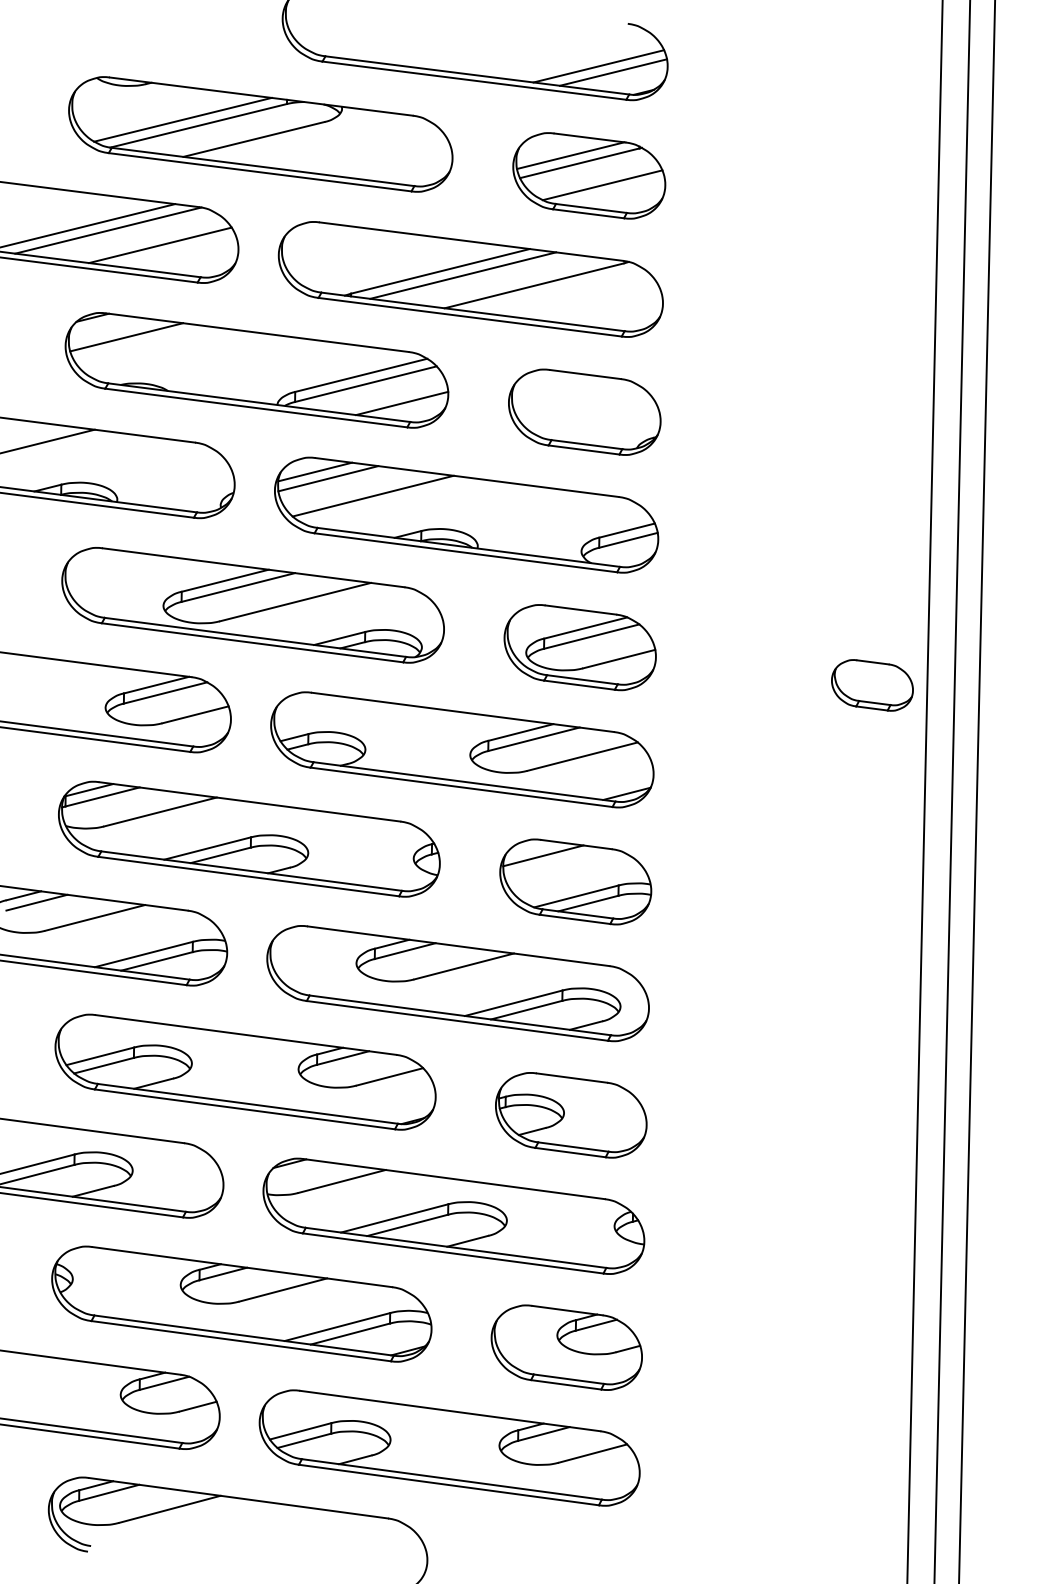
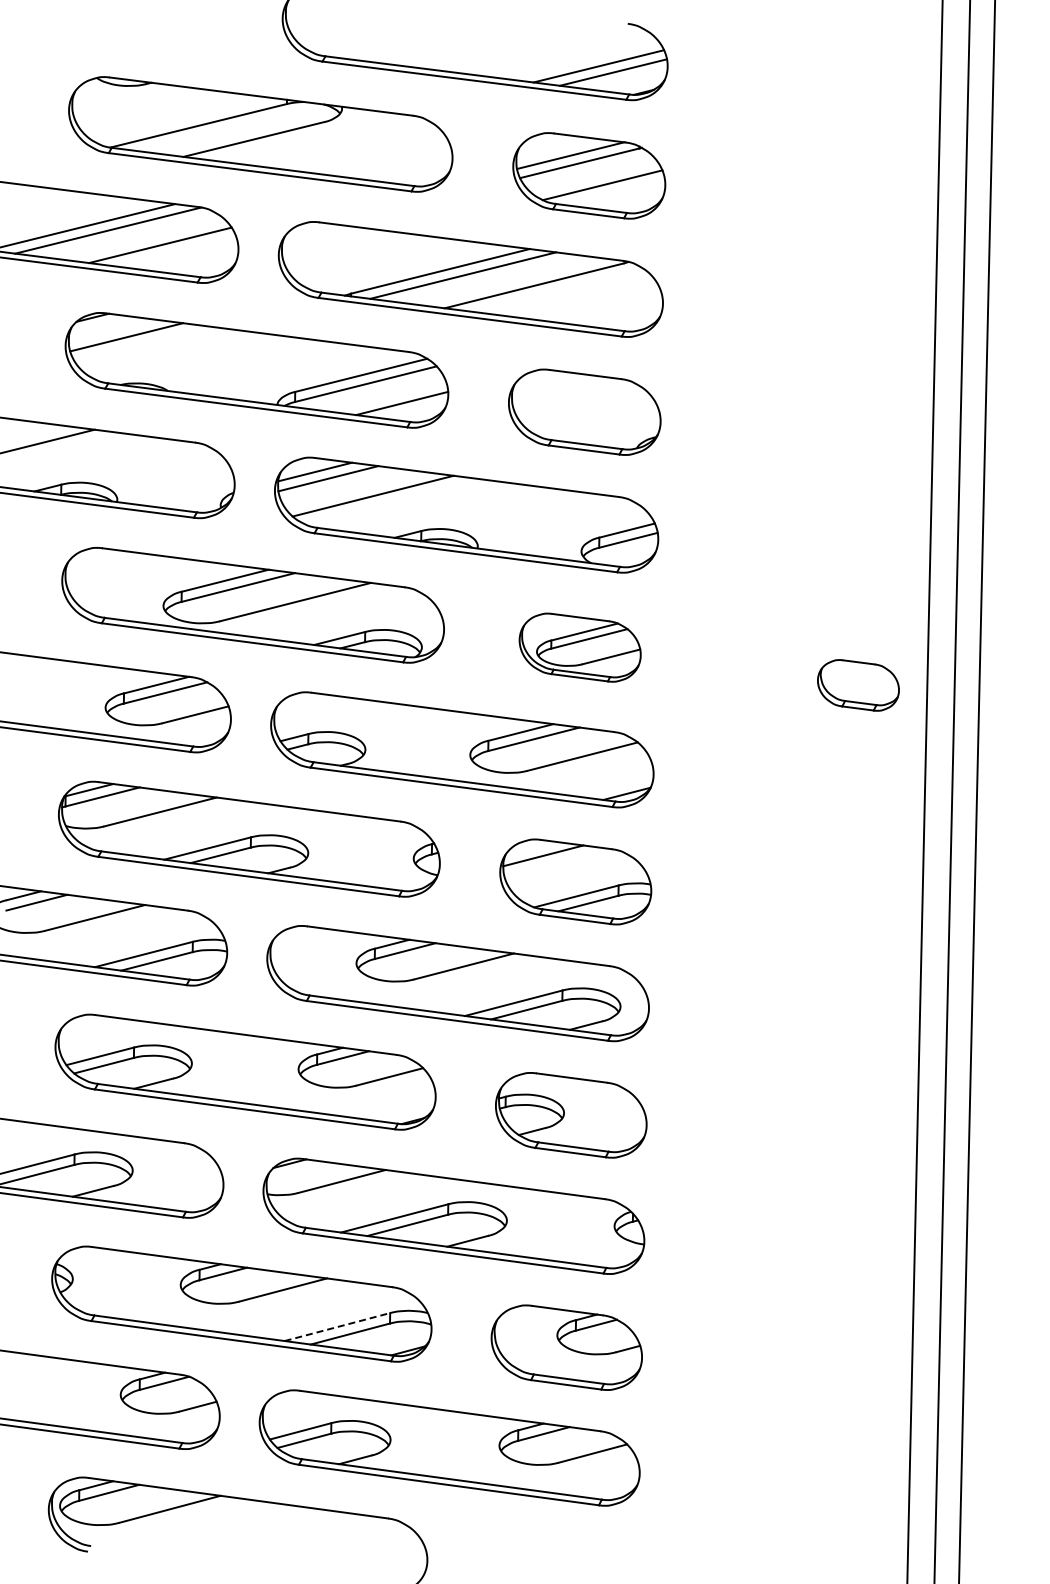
line at (182, 119): present -> none
part at (579, 647) size: 154x88 px -> 124x71 px
part at (872, 685) position: (872, 685) -> (858, 685)
line at (337, 1327): solid -> dashed
